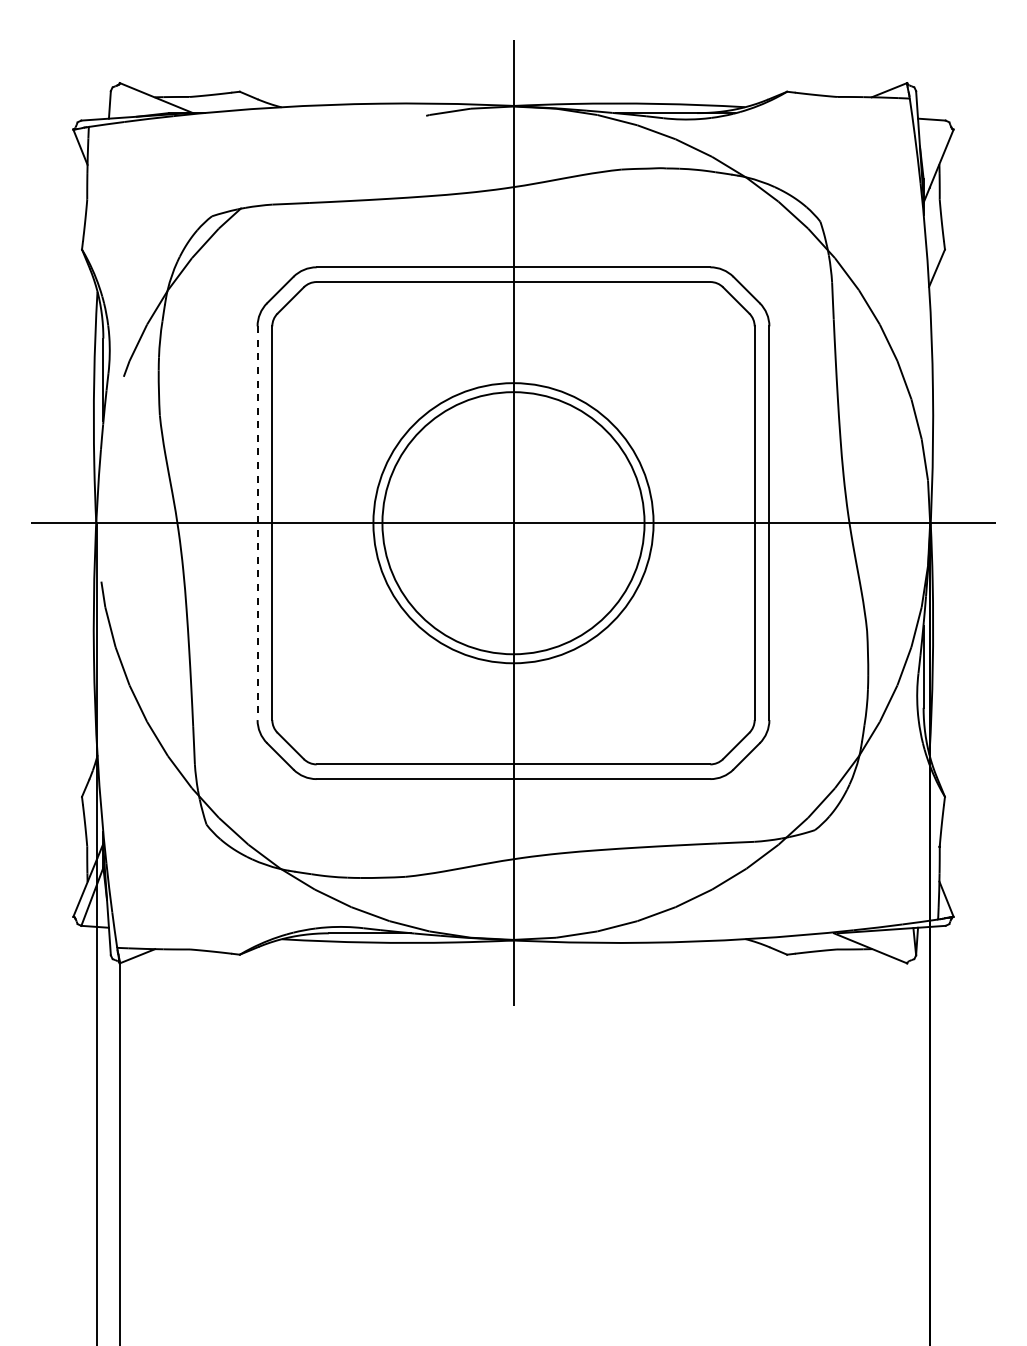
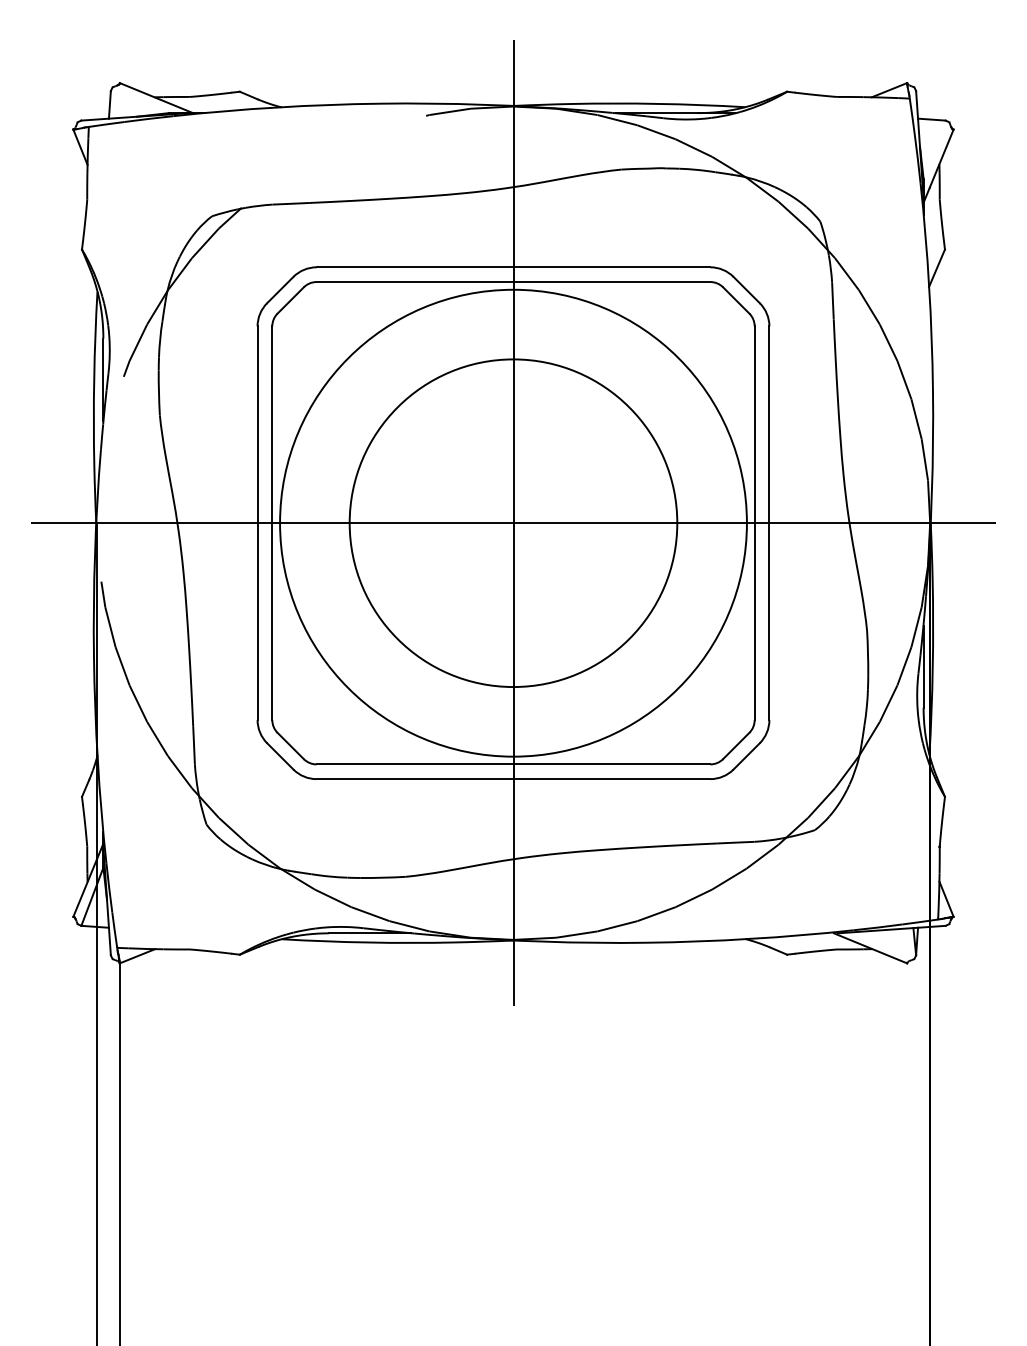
line at (257, 523): dashed -> solid
circle at (513, 523) diameter: 262 px -> 328 px
circle at (513, 523) diameter: 280 px -> 467 px
